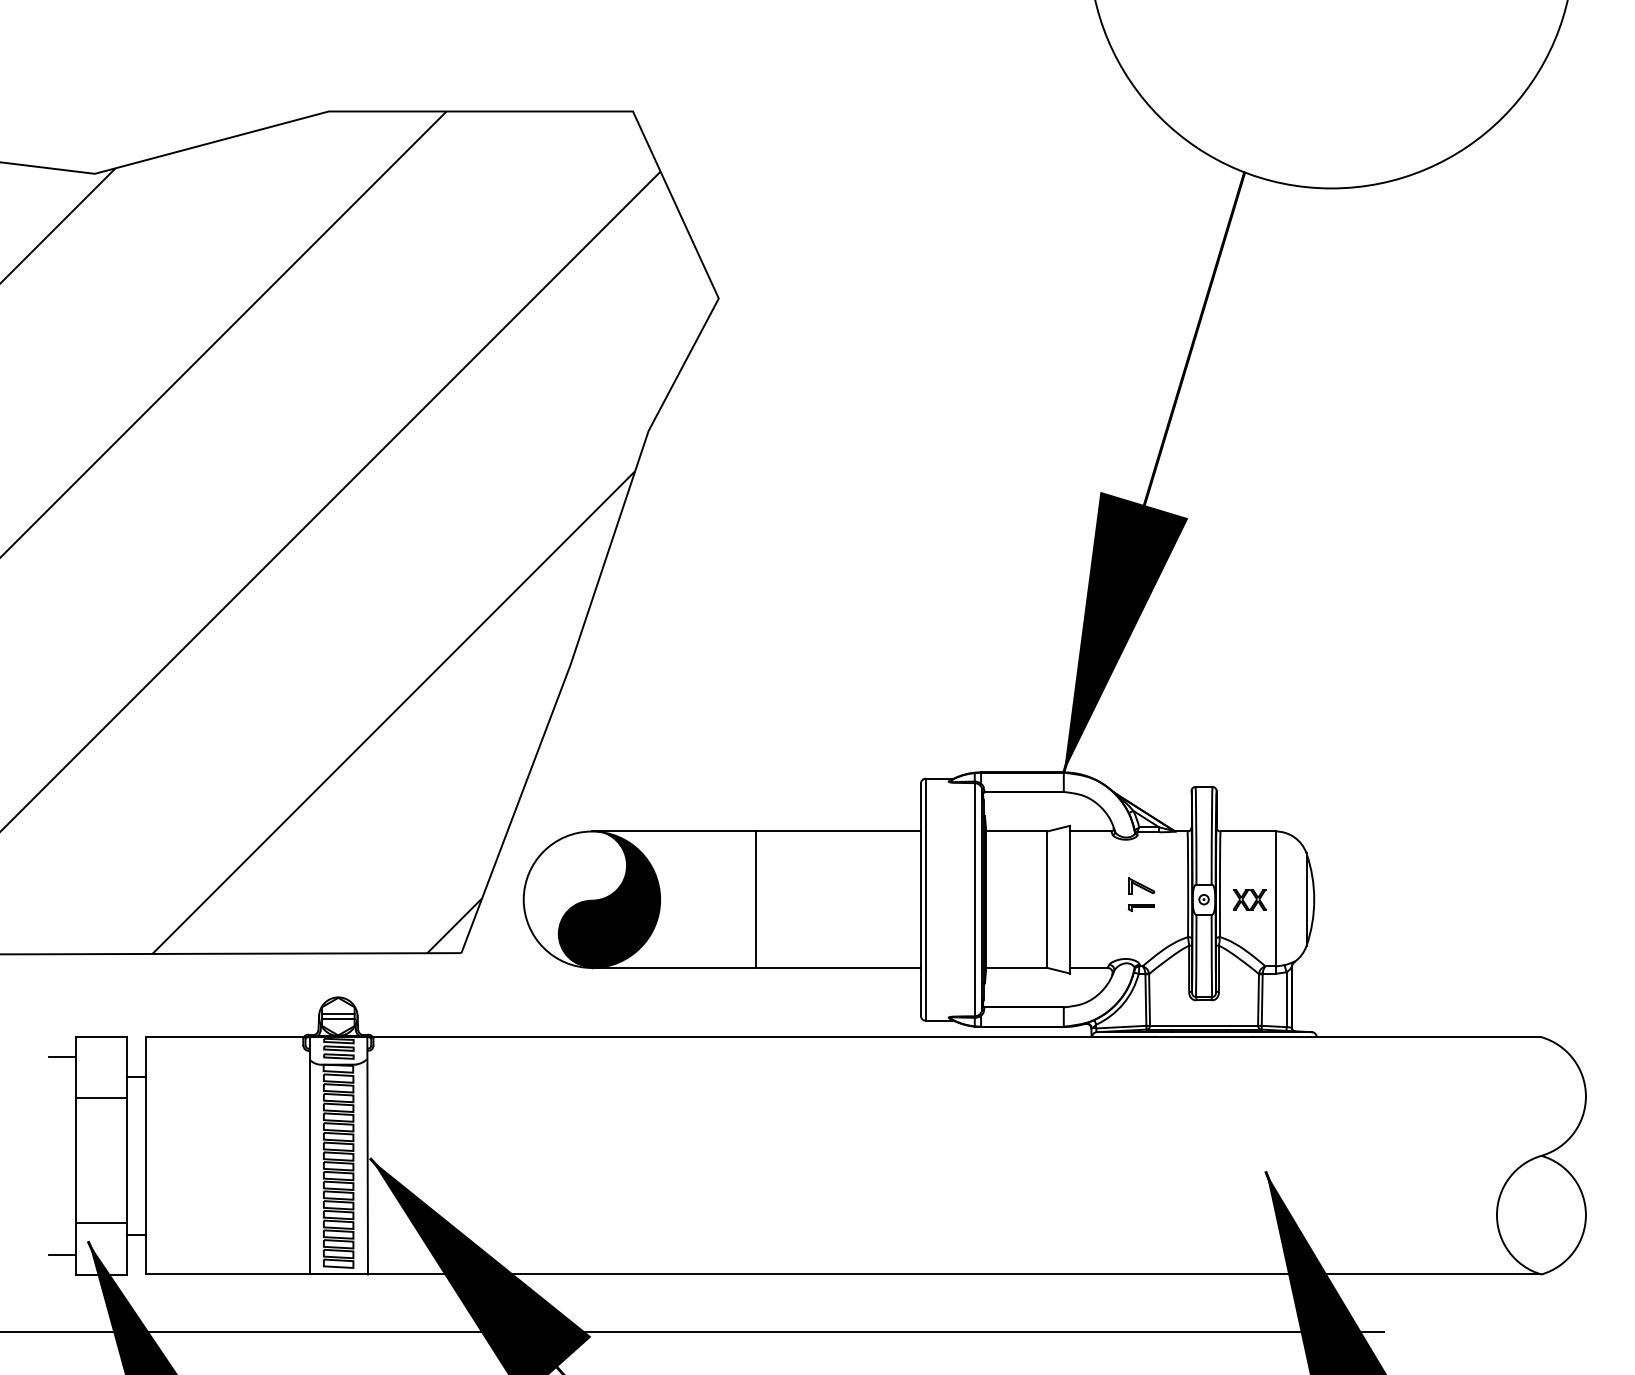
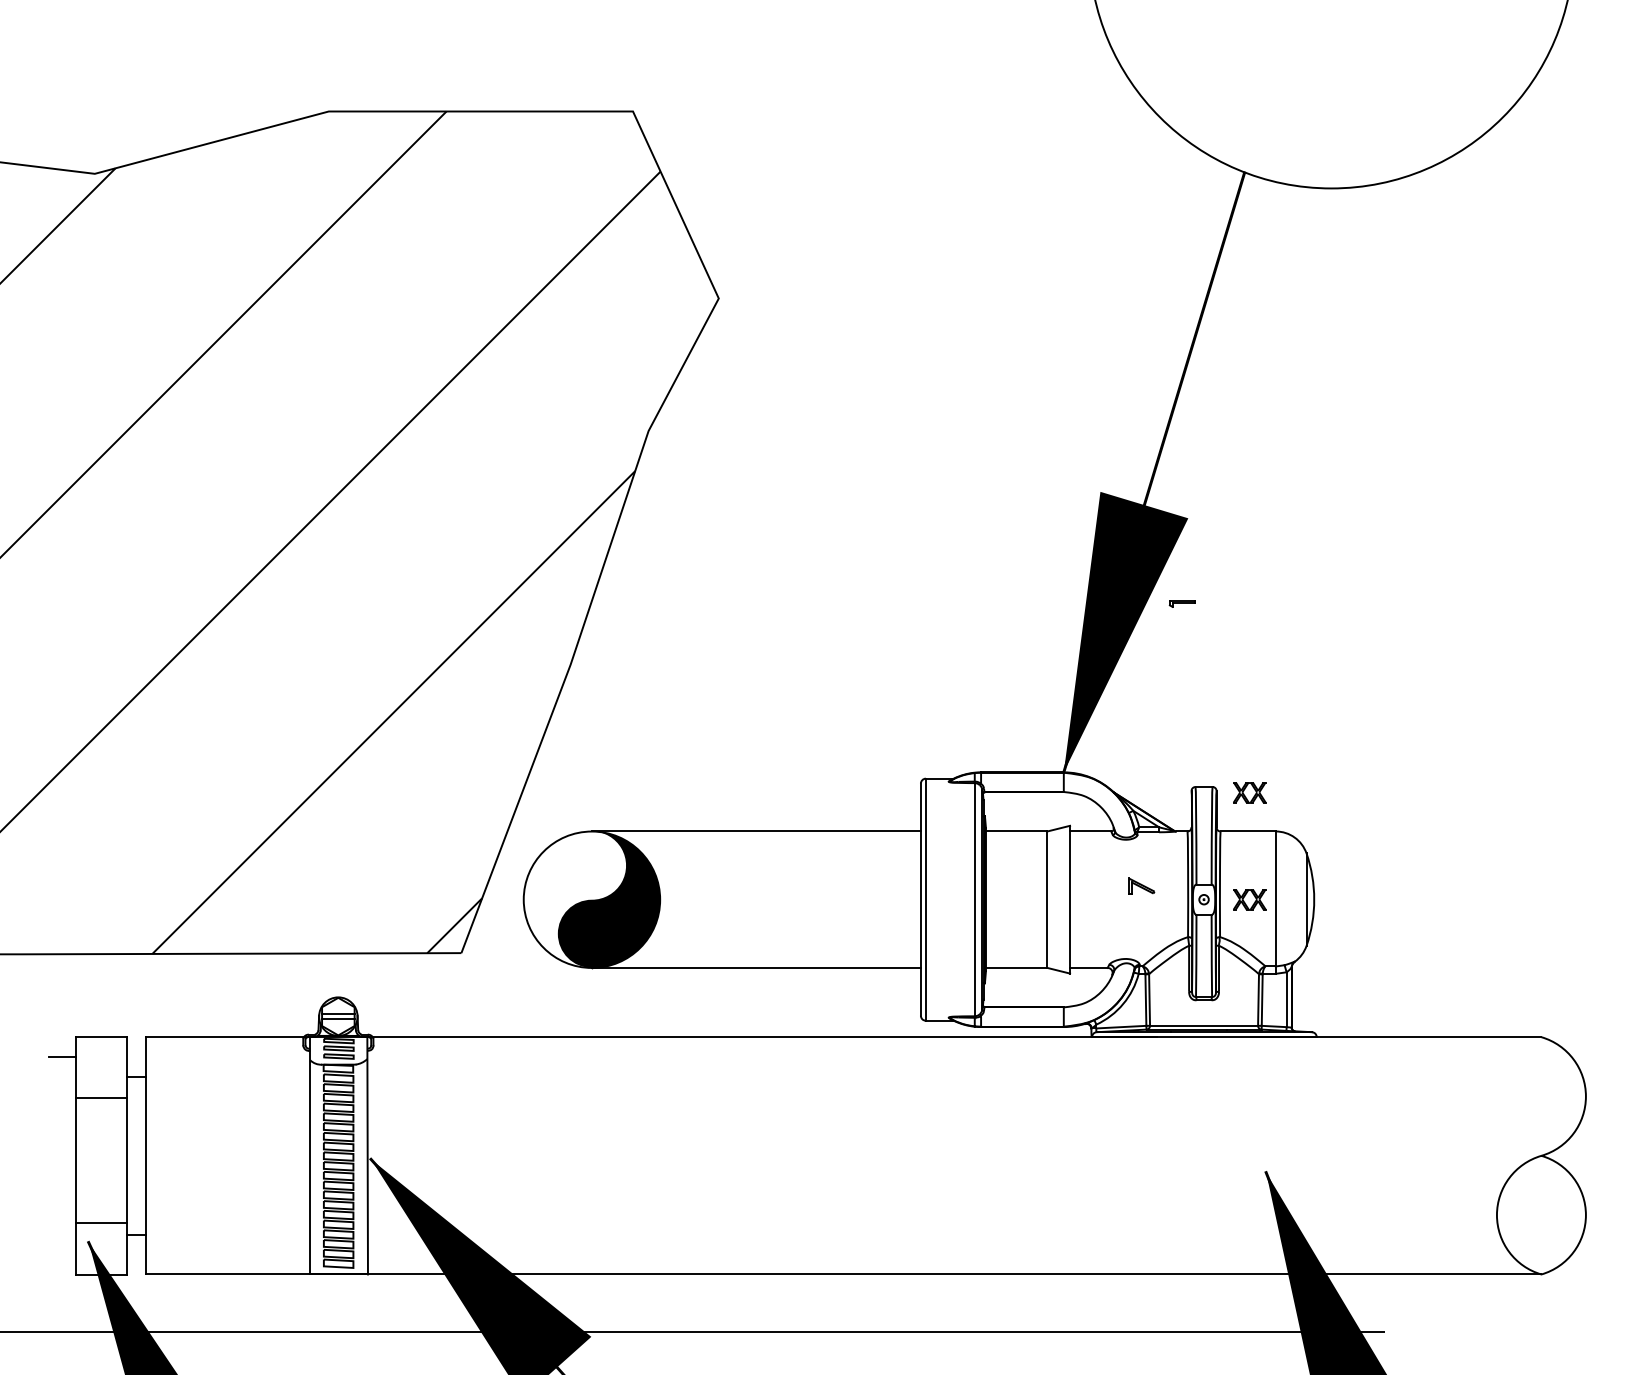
part at (1249, 792): none -> present
line at (756, 899): present -> none
part at (1140, 907) position: (1140, 907) -> (1181, 603)
line at (62, 1255): present -> none
